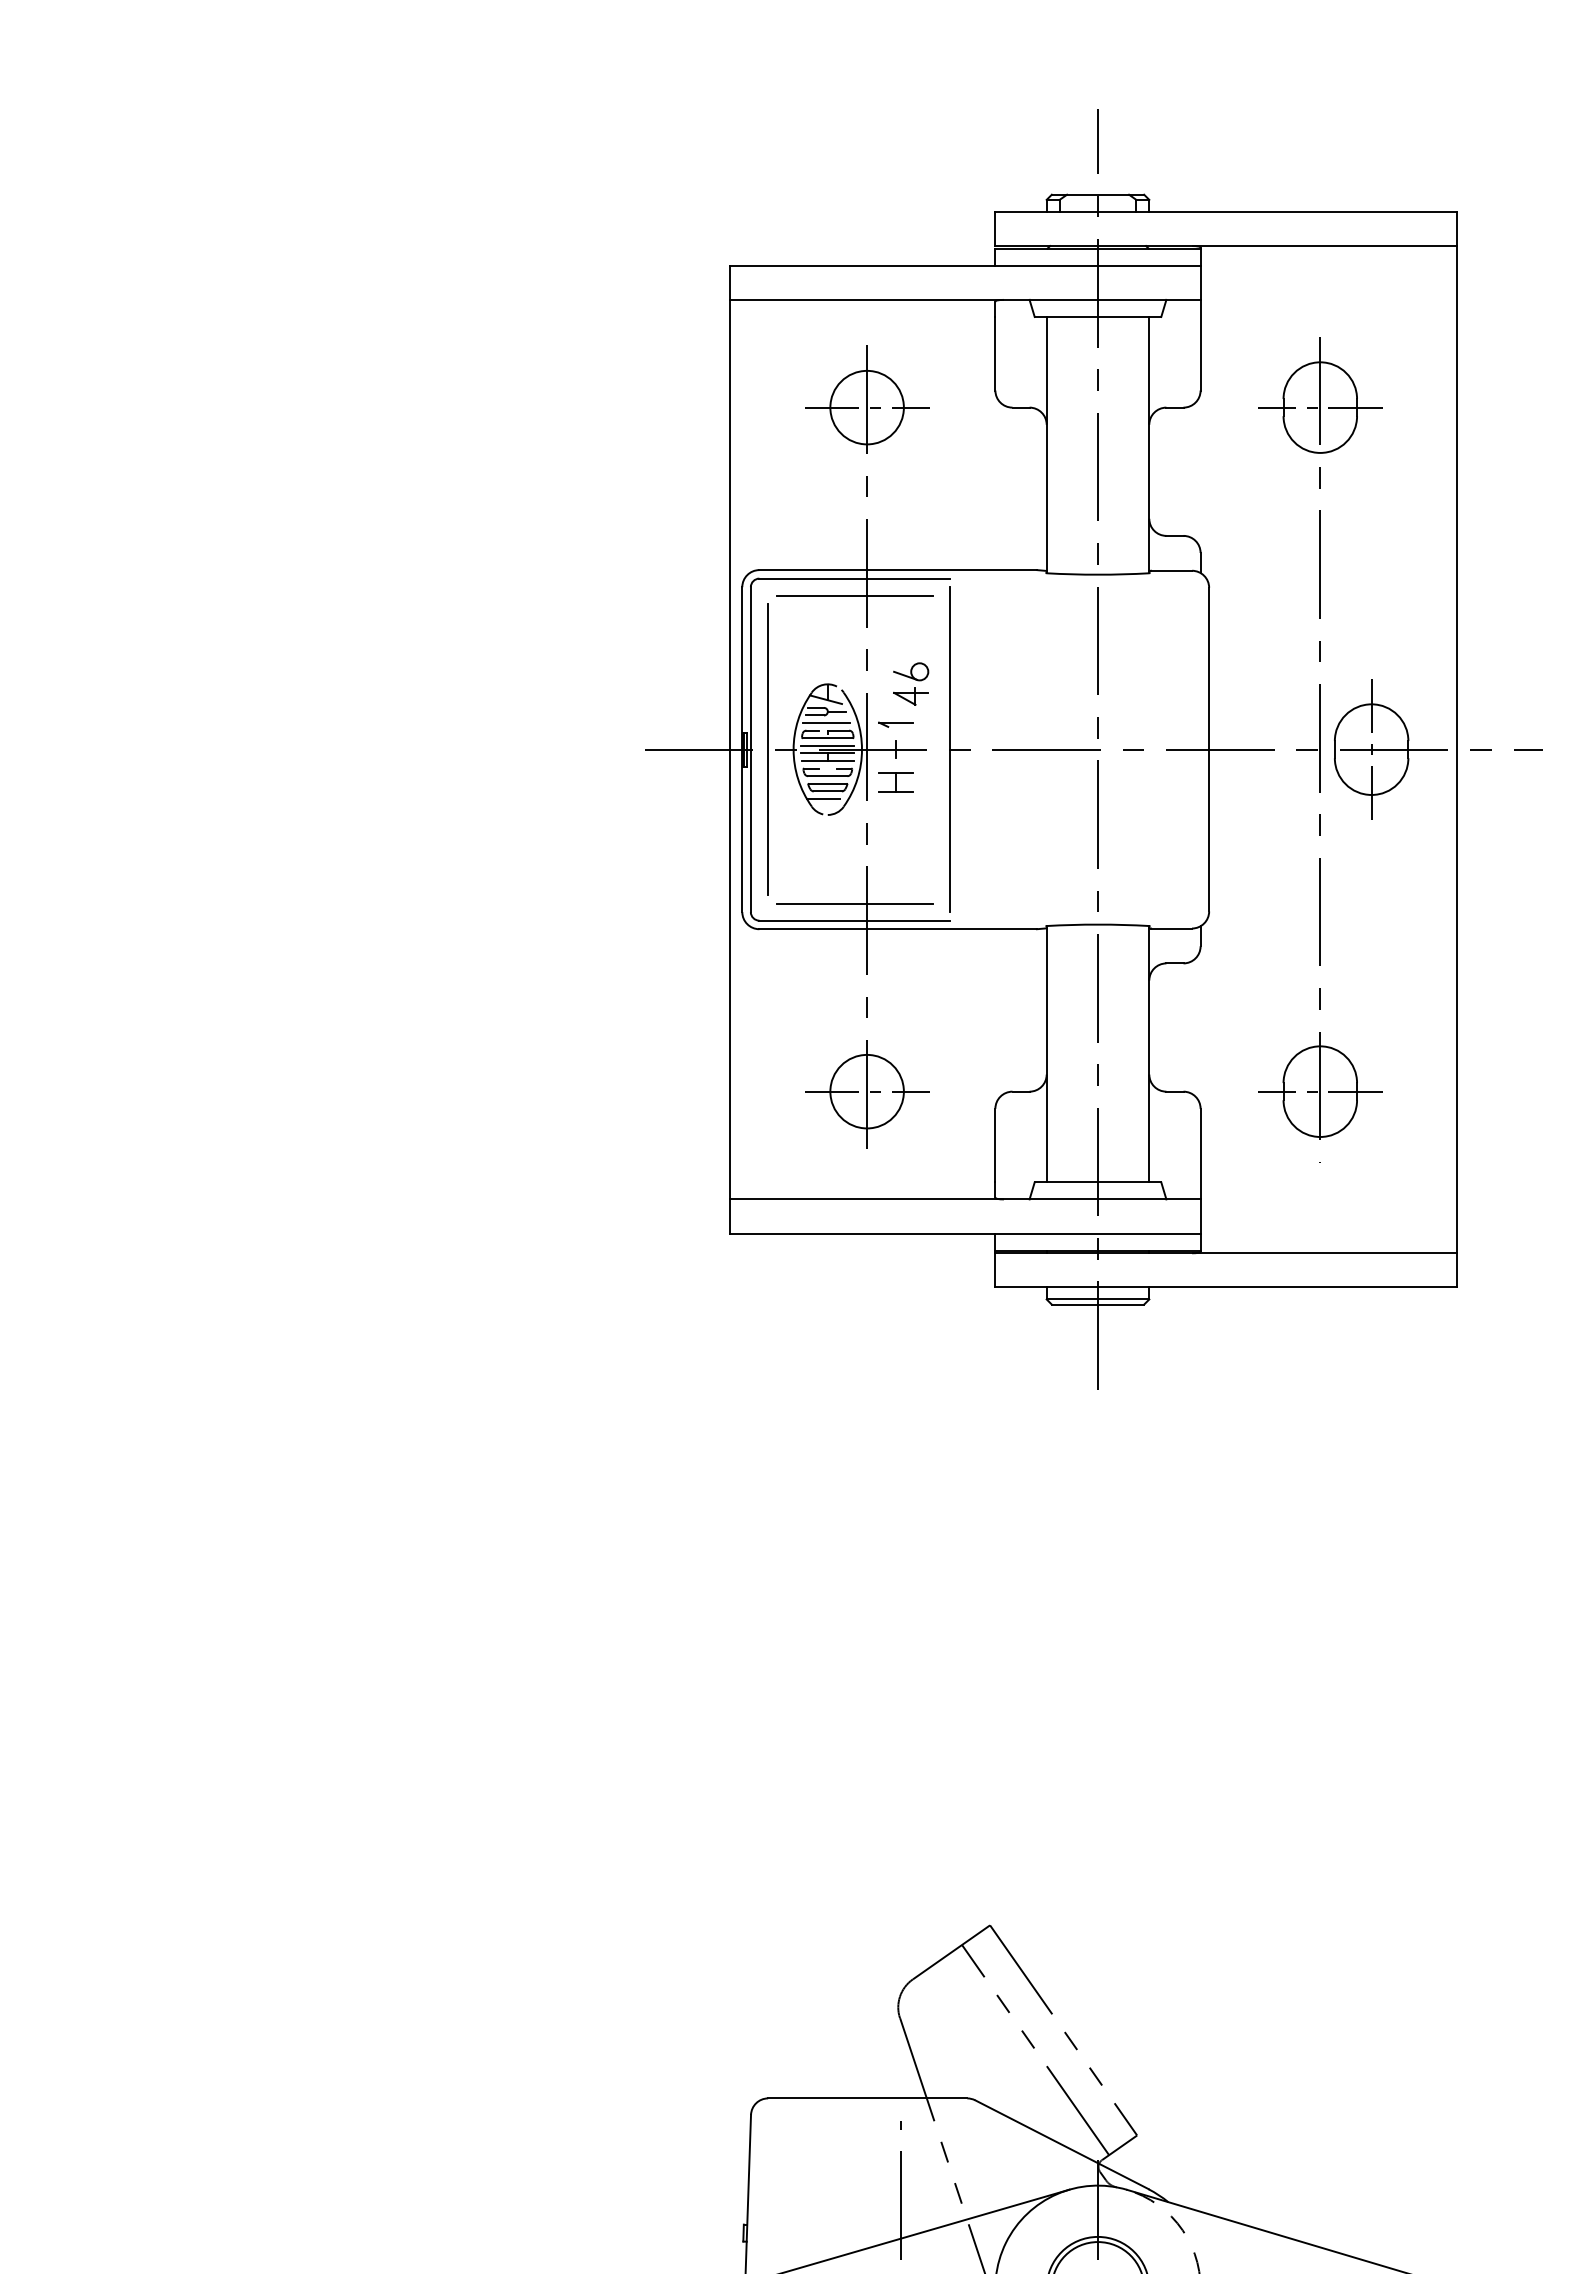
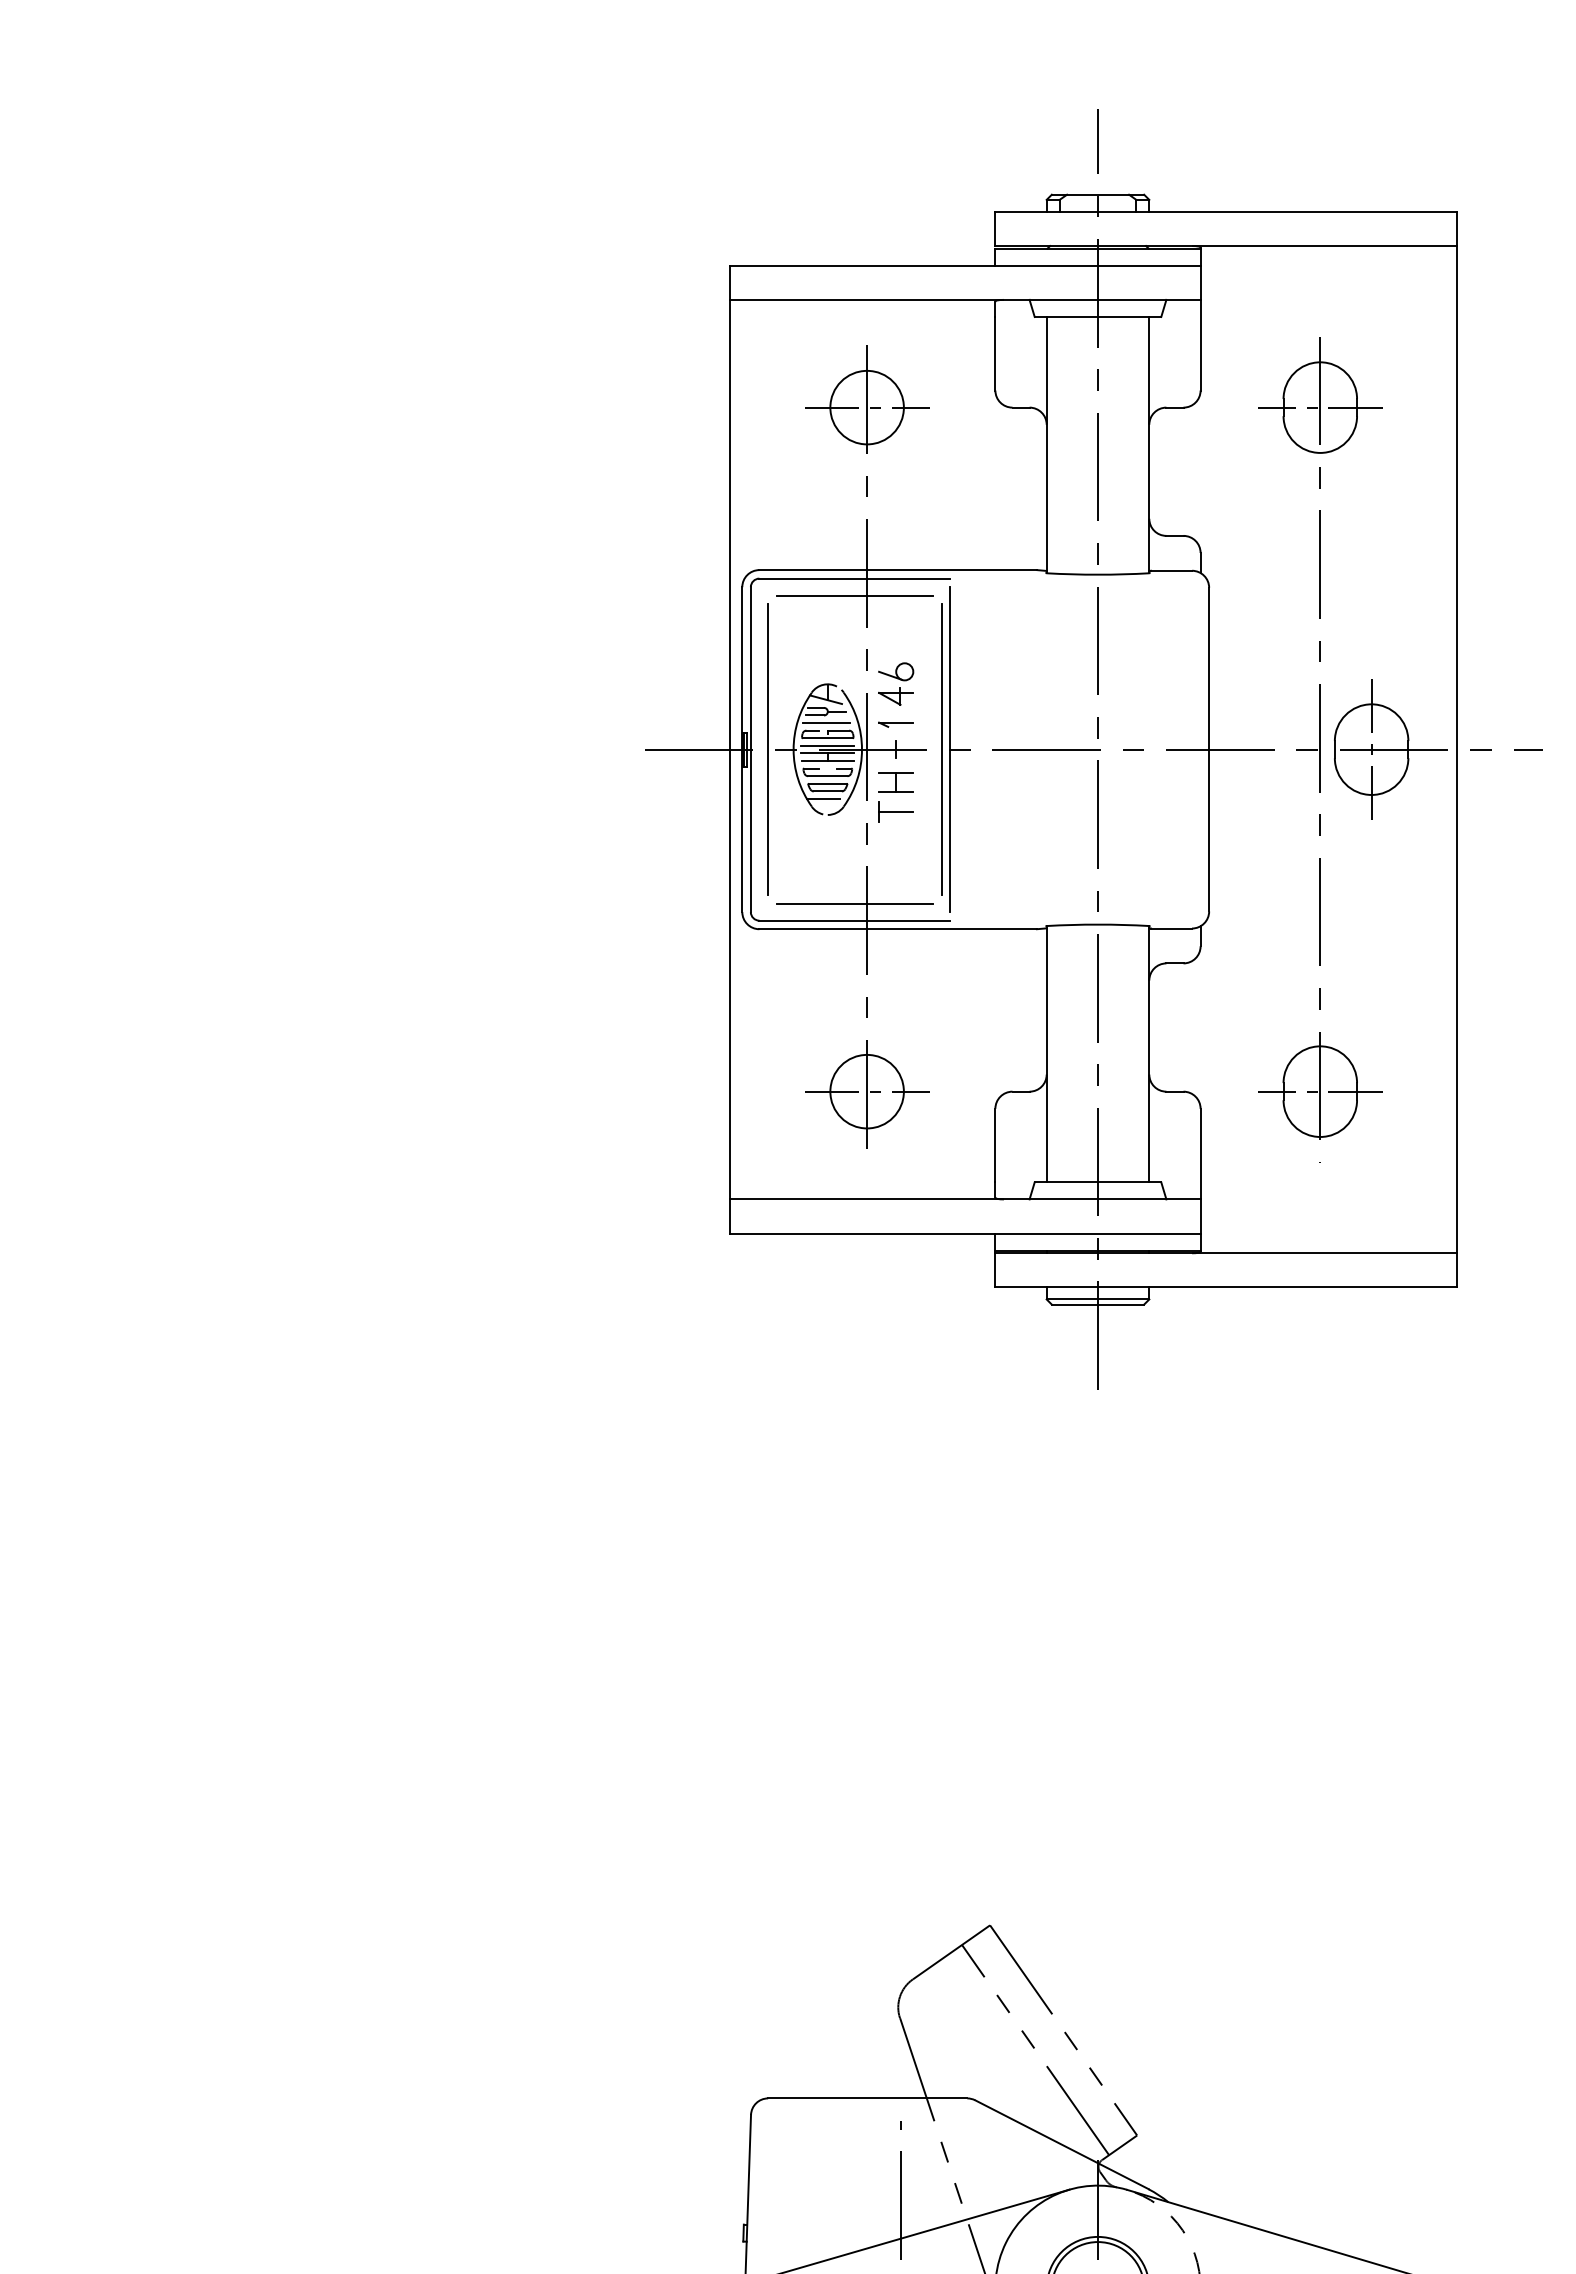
part at (911, 683) position: (911, 683) -> (896, 683)
line at (941, 749): none -> present
part at (895, 811): none -> present
